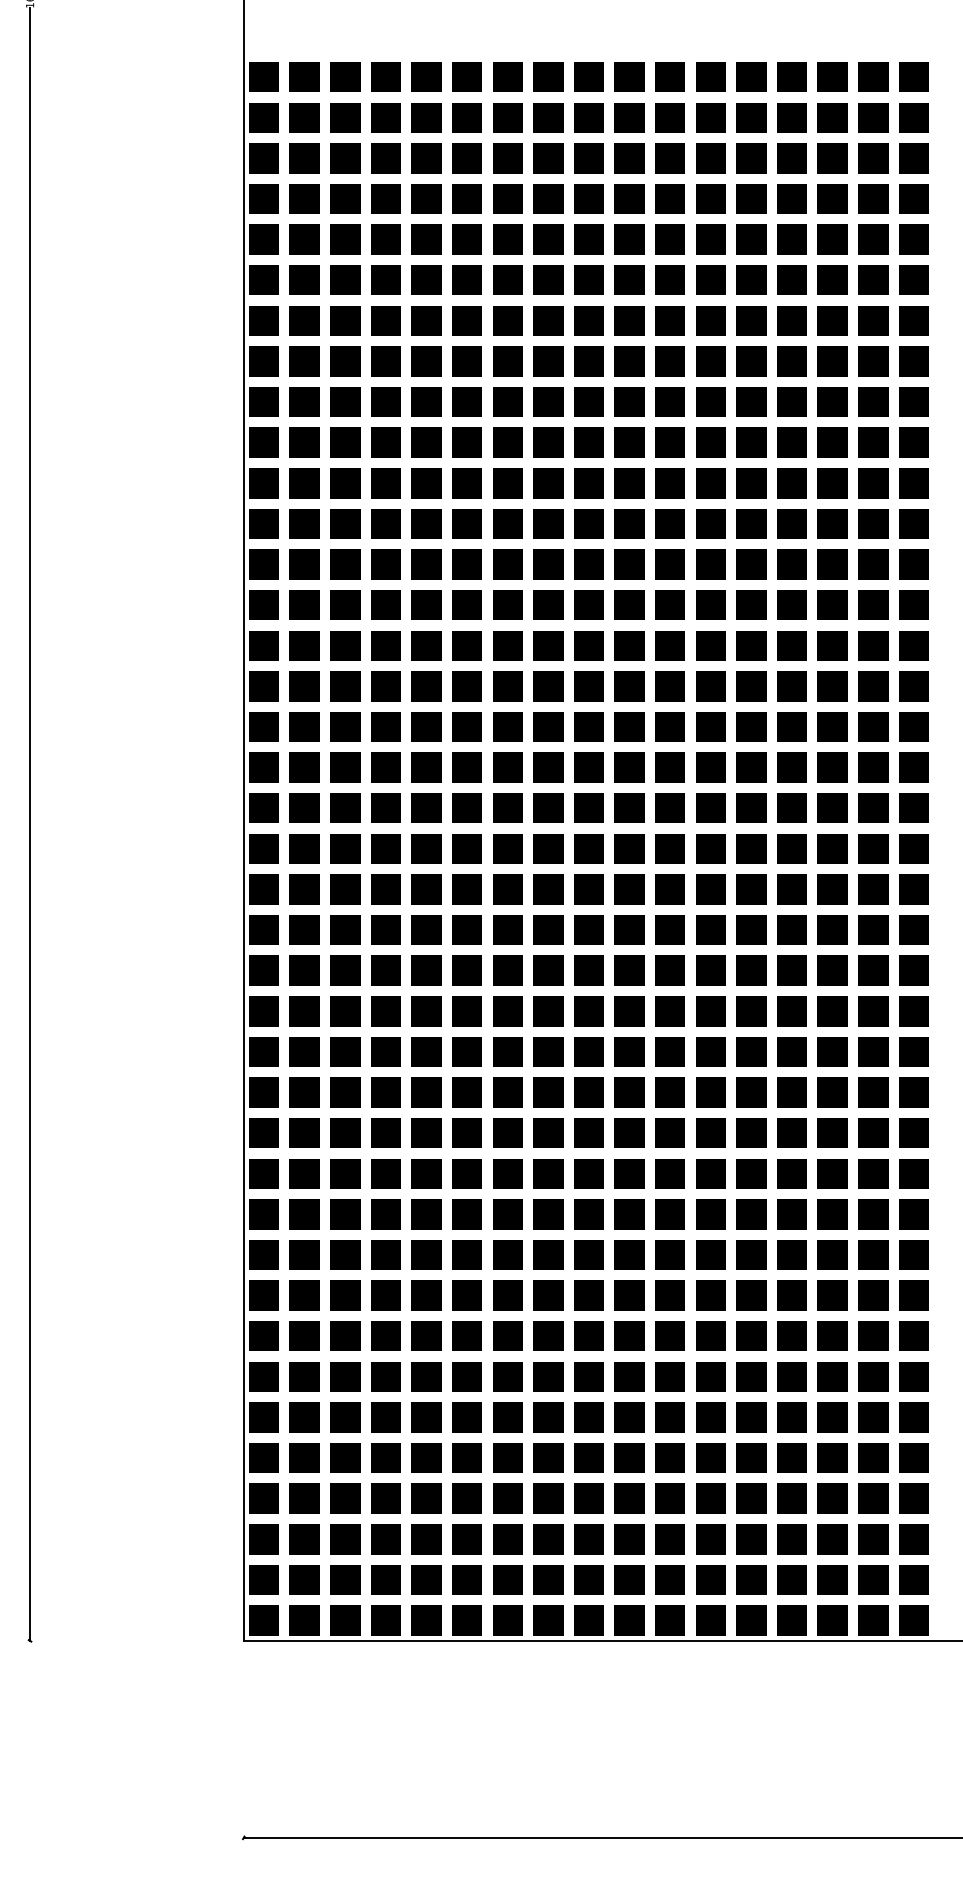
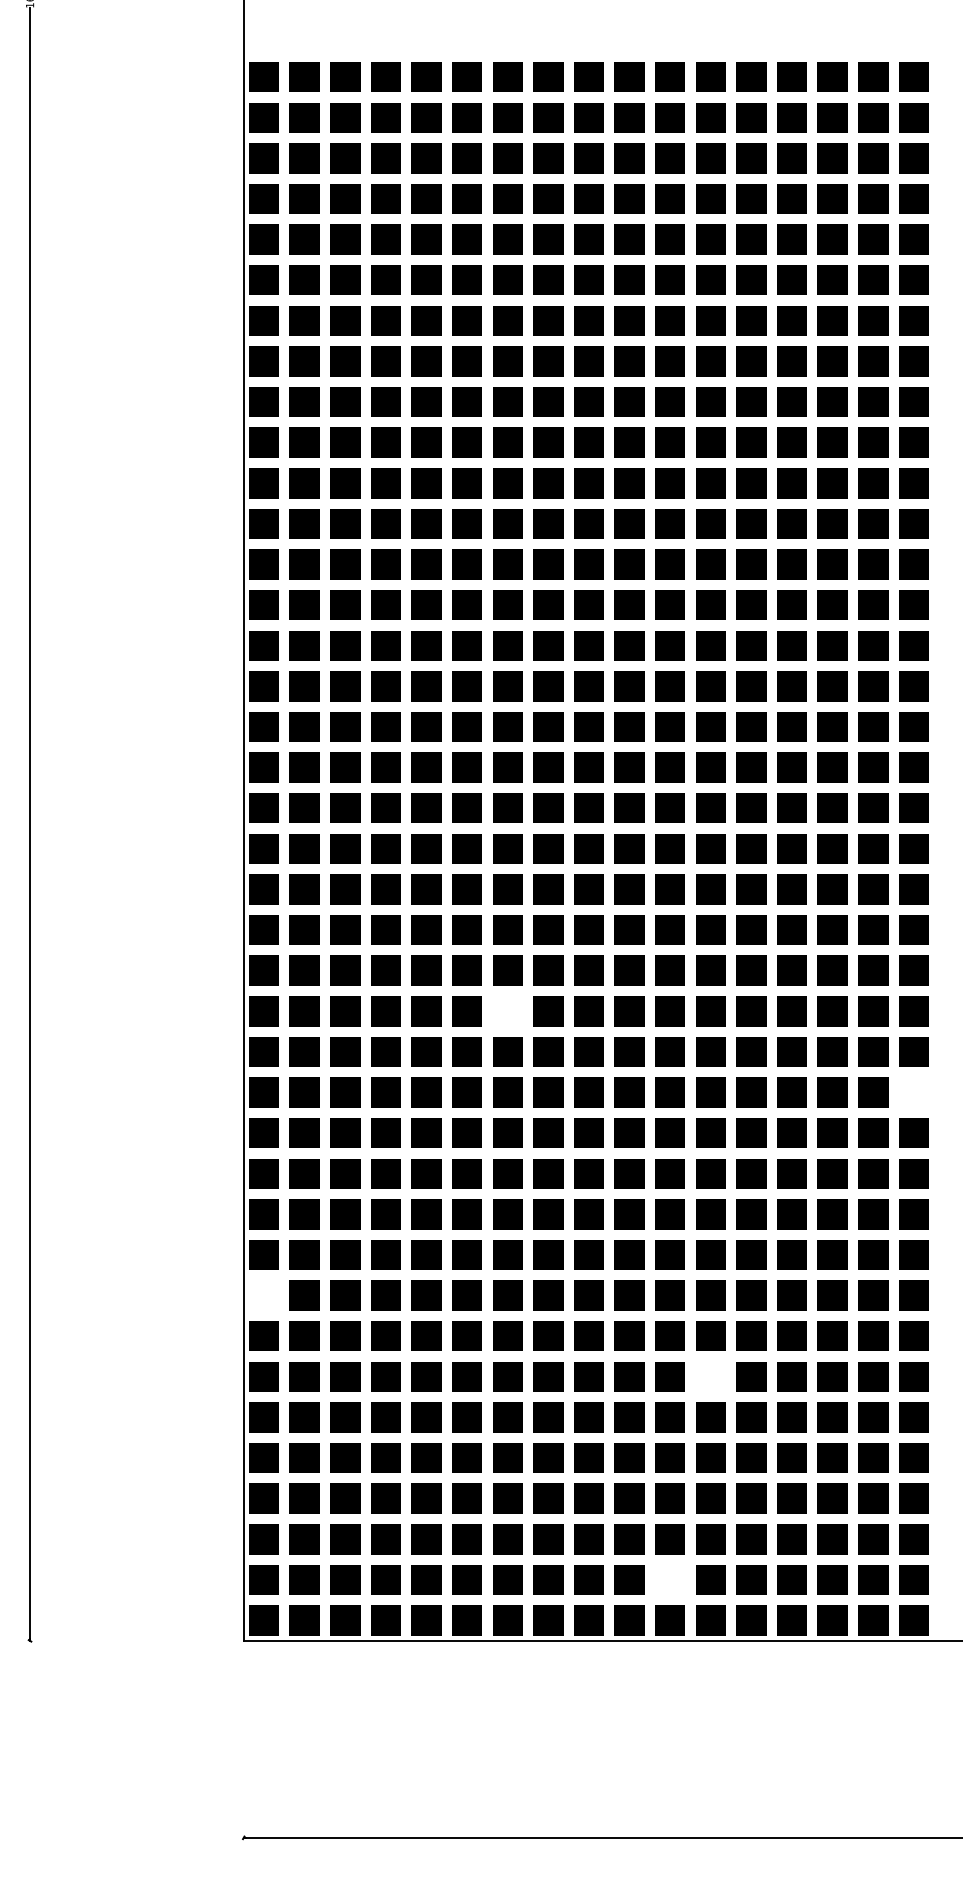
fill at (507, 1011): present -> none
part at (913, 1092): present -> none
fill at (263, 1295): present -> none
part at (710, 1376): present -> none
part at (669, 1579): present -> none
